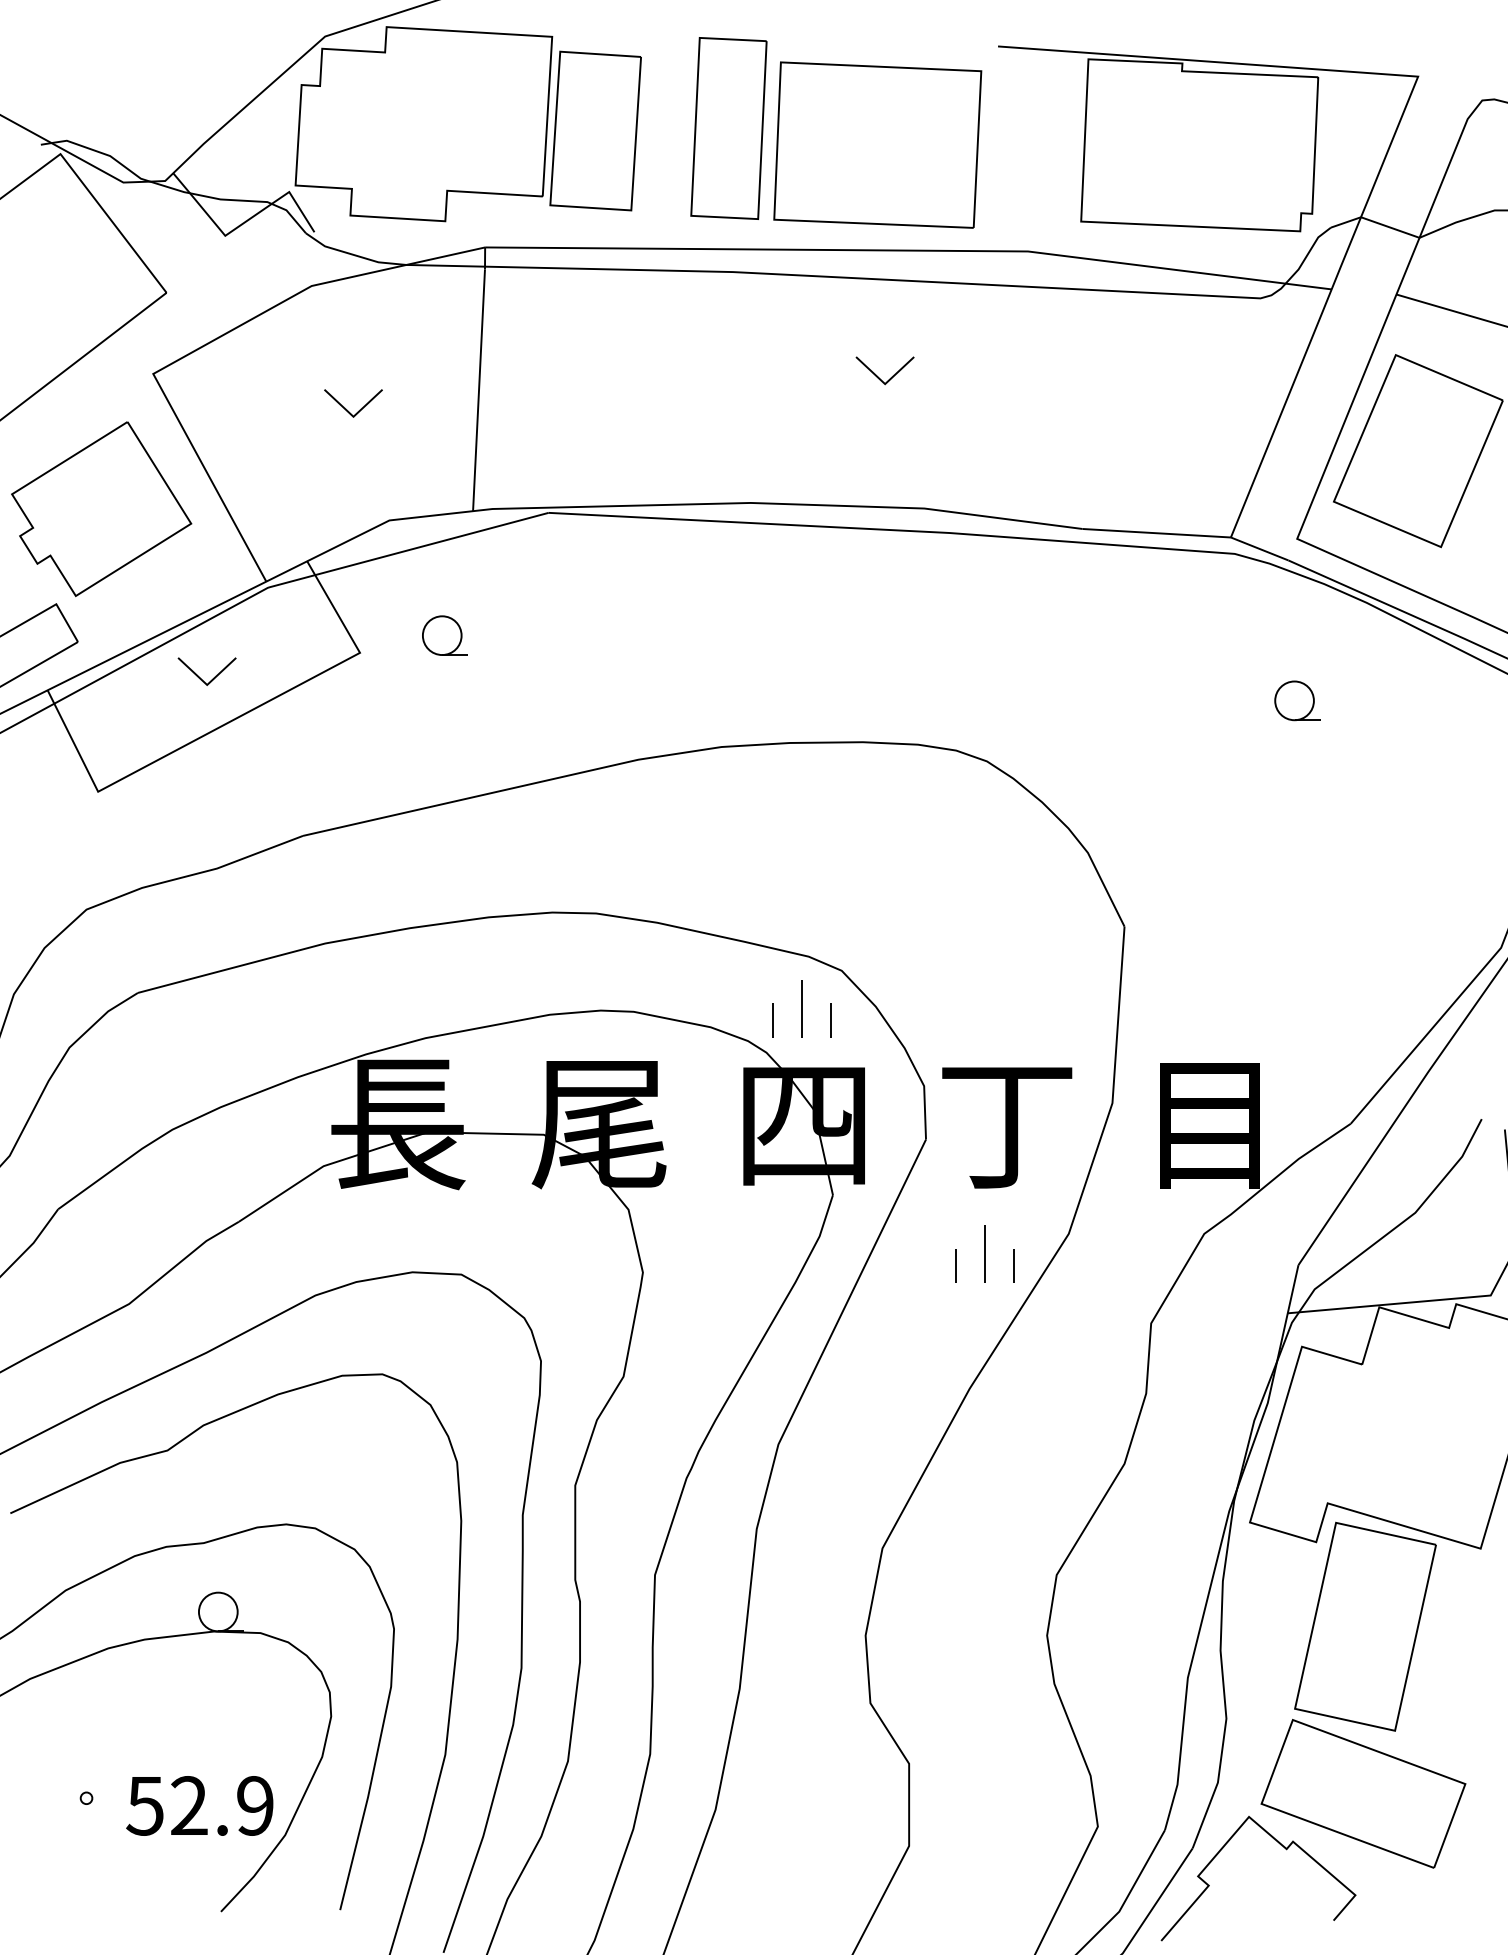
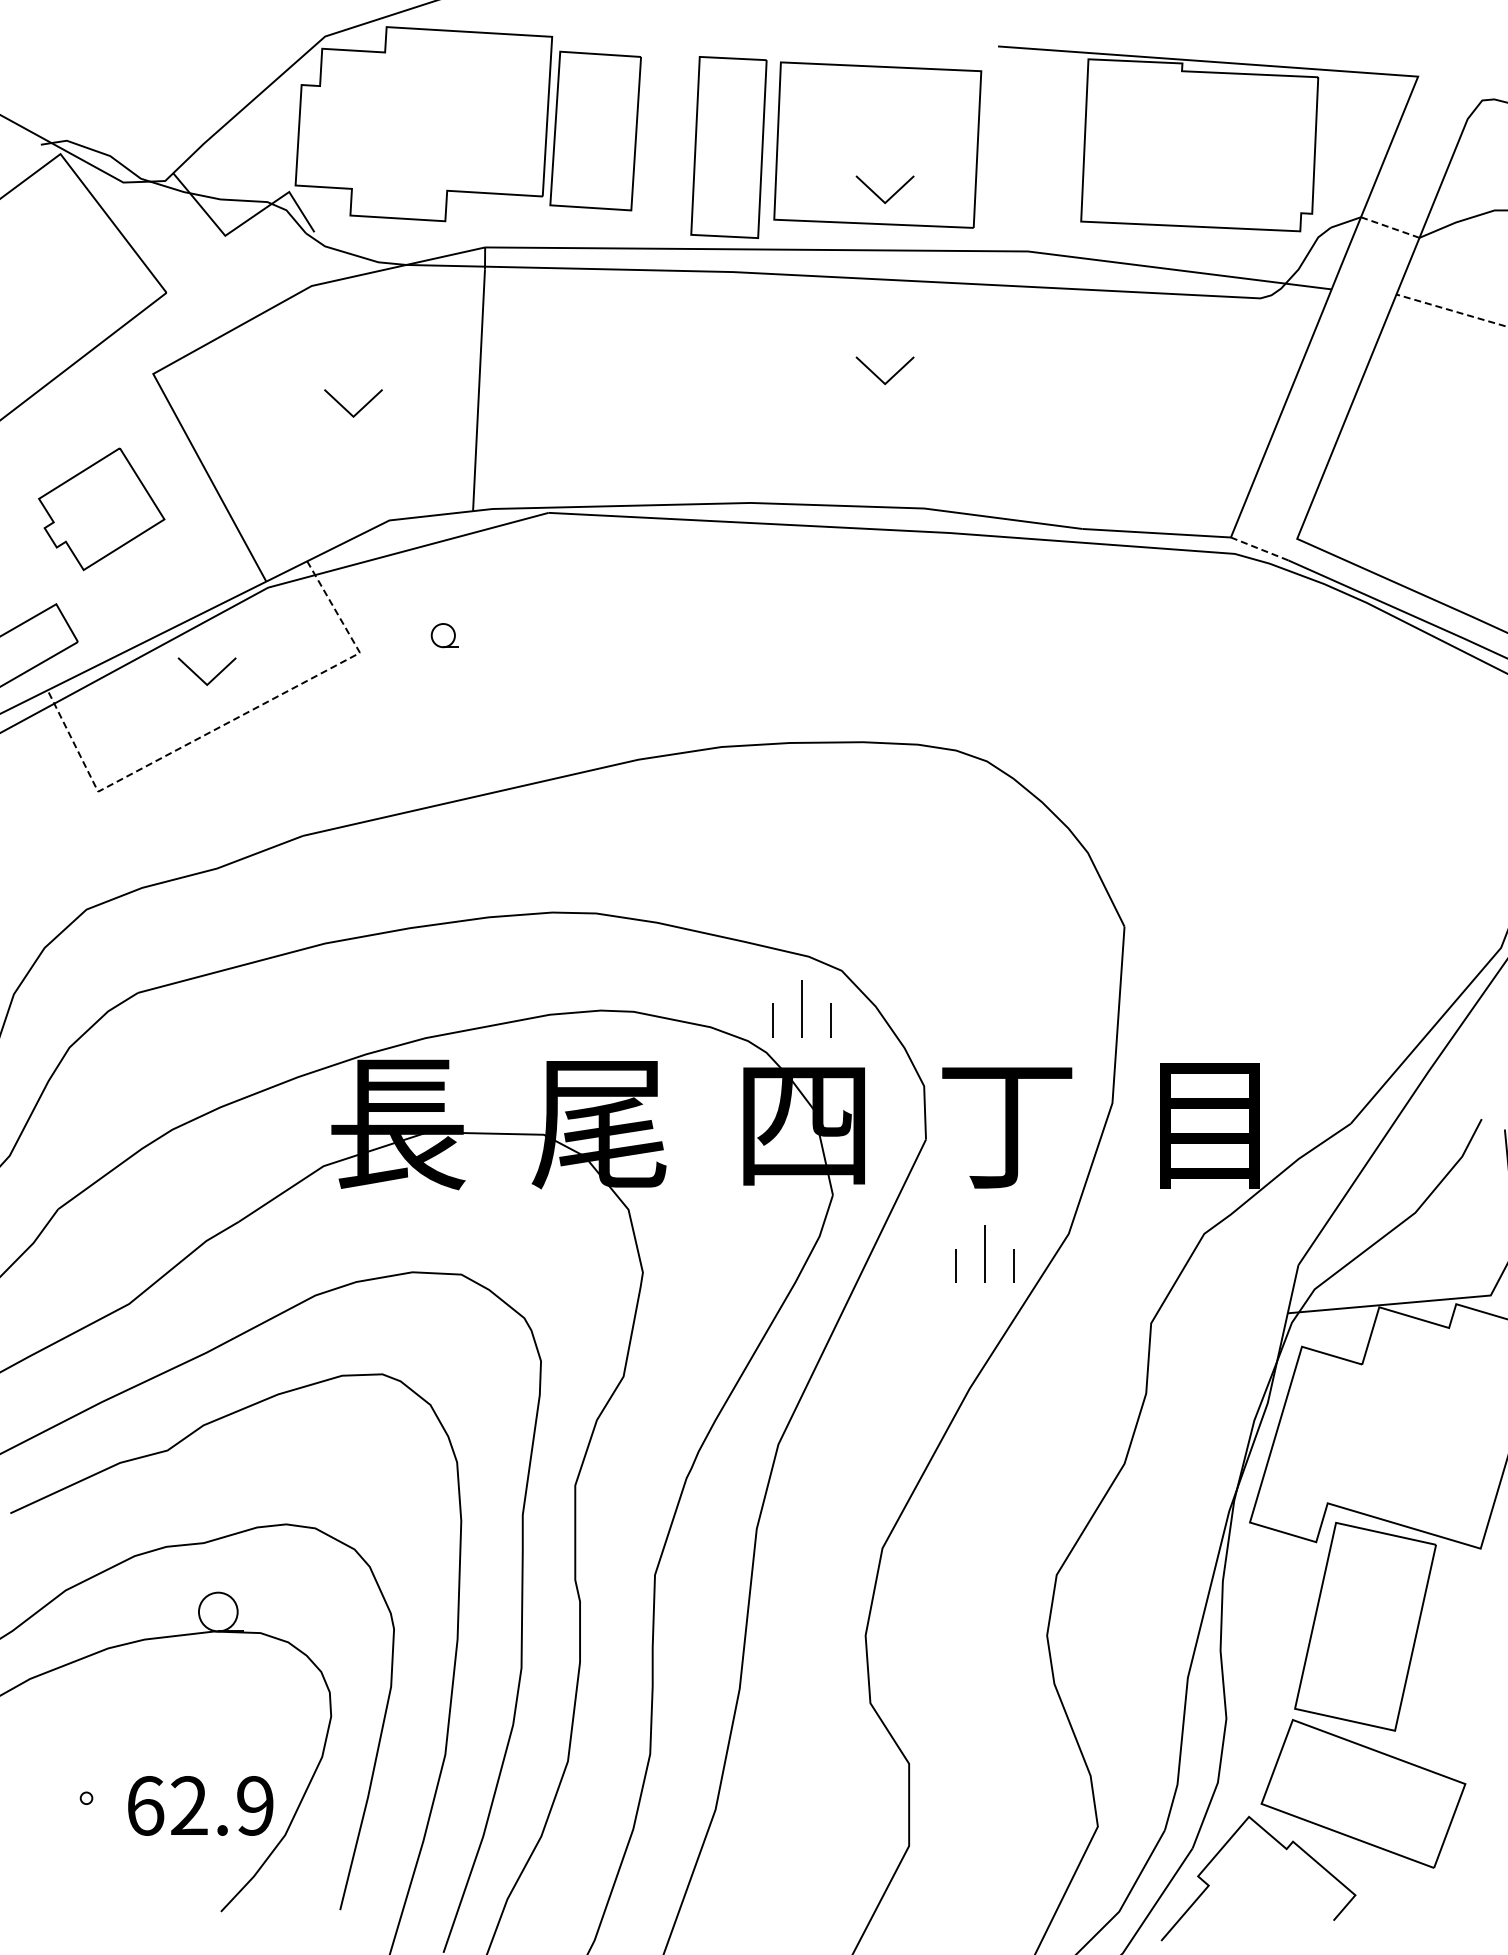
part at (728, 128) position: (728, 128) -> (728, 147)
part at (878, 195): none -> present
line at (1389, 227): solid -> dashed
line at (1452, 310): solid -> dashed
part at (1418, 451): present -> none
part at (101, 509) size: 182x177 px -> 128x125 px
line at (1259, 548): solid -> dashed
part at (444, 635) size: 46x41 px -> 29x26 px
part at (1297, 700): present -> none
line at (225, 724): solid -> dashed
text at (145, 1805): 52.9 -> 62.9
